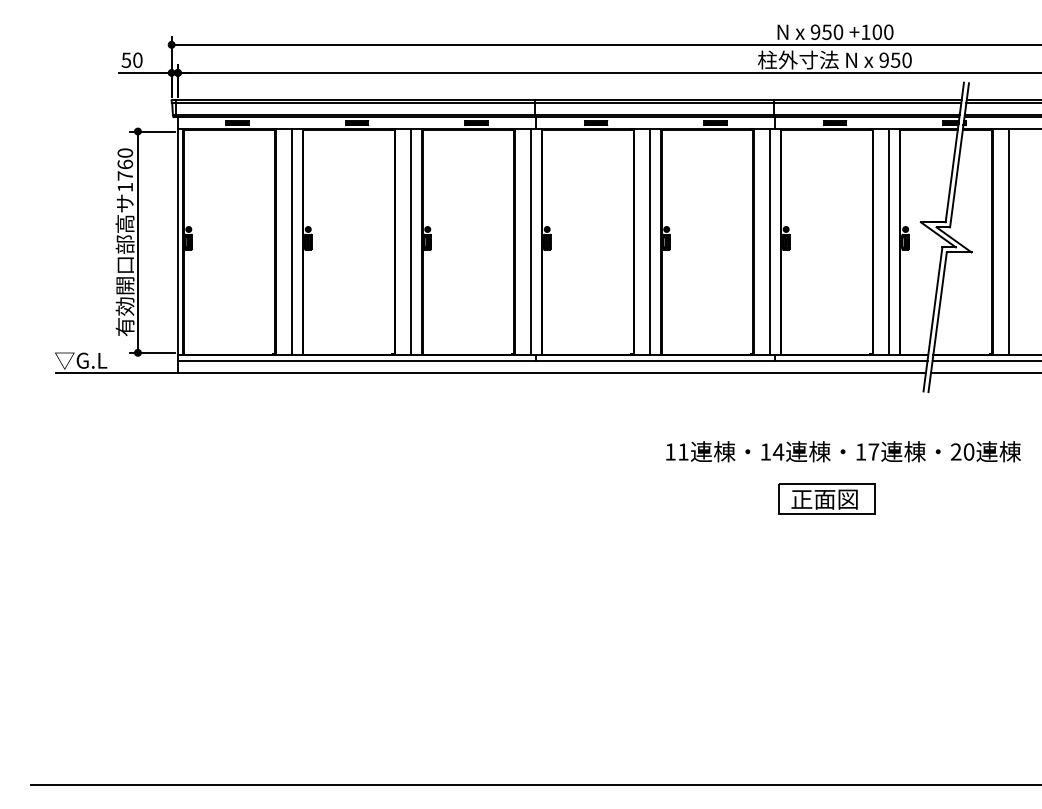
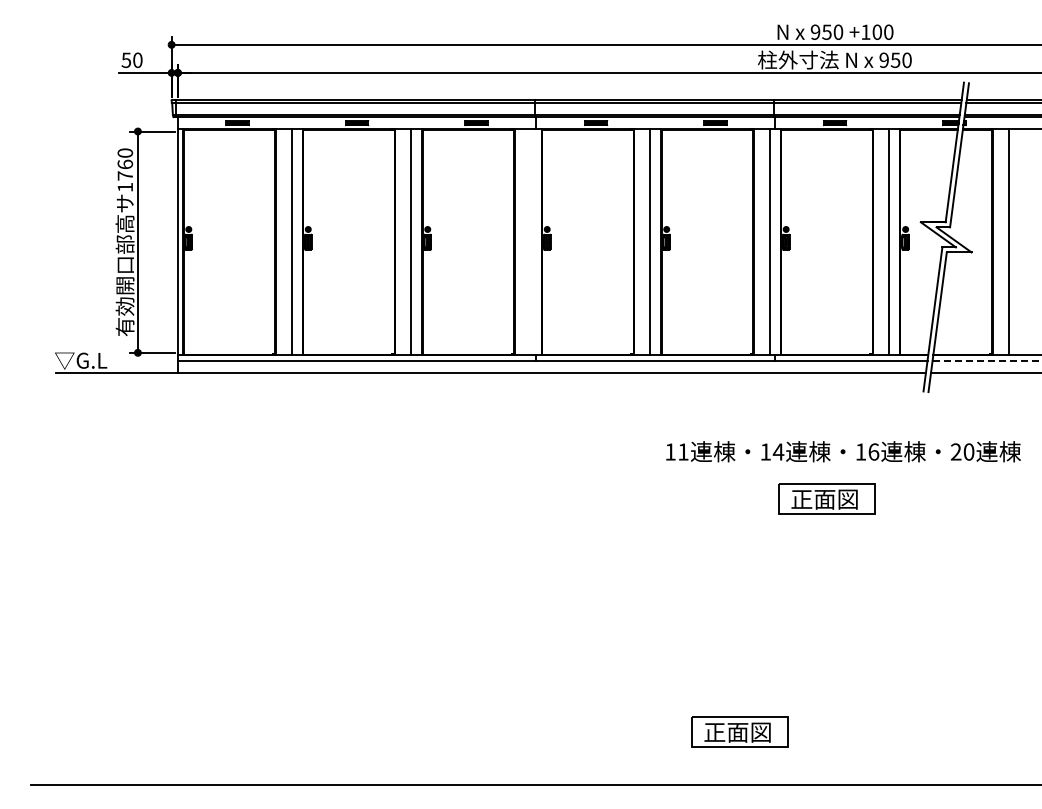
line at (530, 242): present -> none
line at (987, 360): solid -> dashed
text at (873, 451): 17 -> 16
part at (739, 731): none -> present
